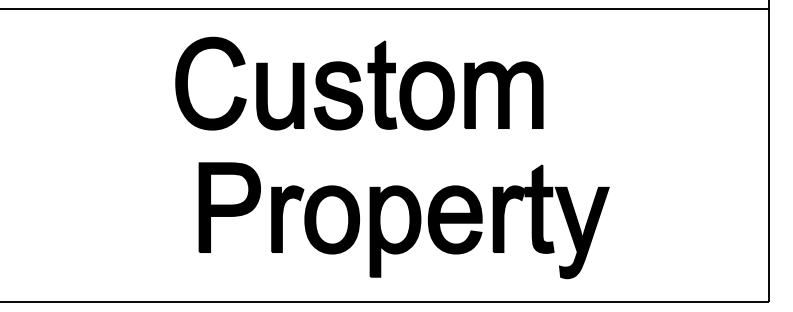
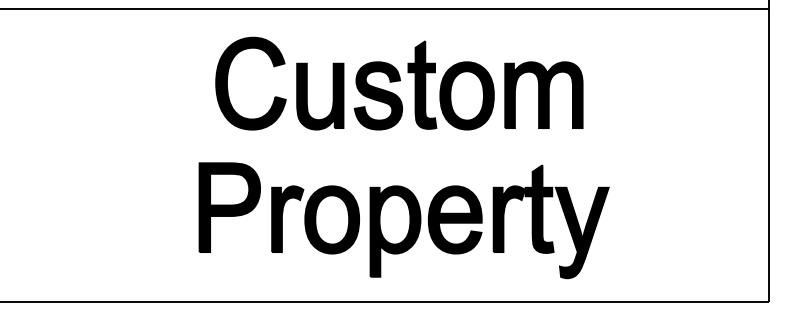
part at (359, 83) position: (359, 83) -> (399, 83)
